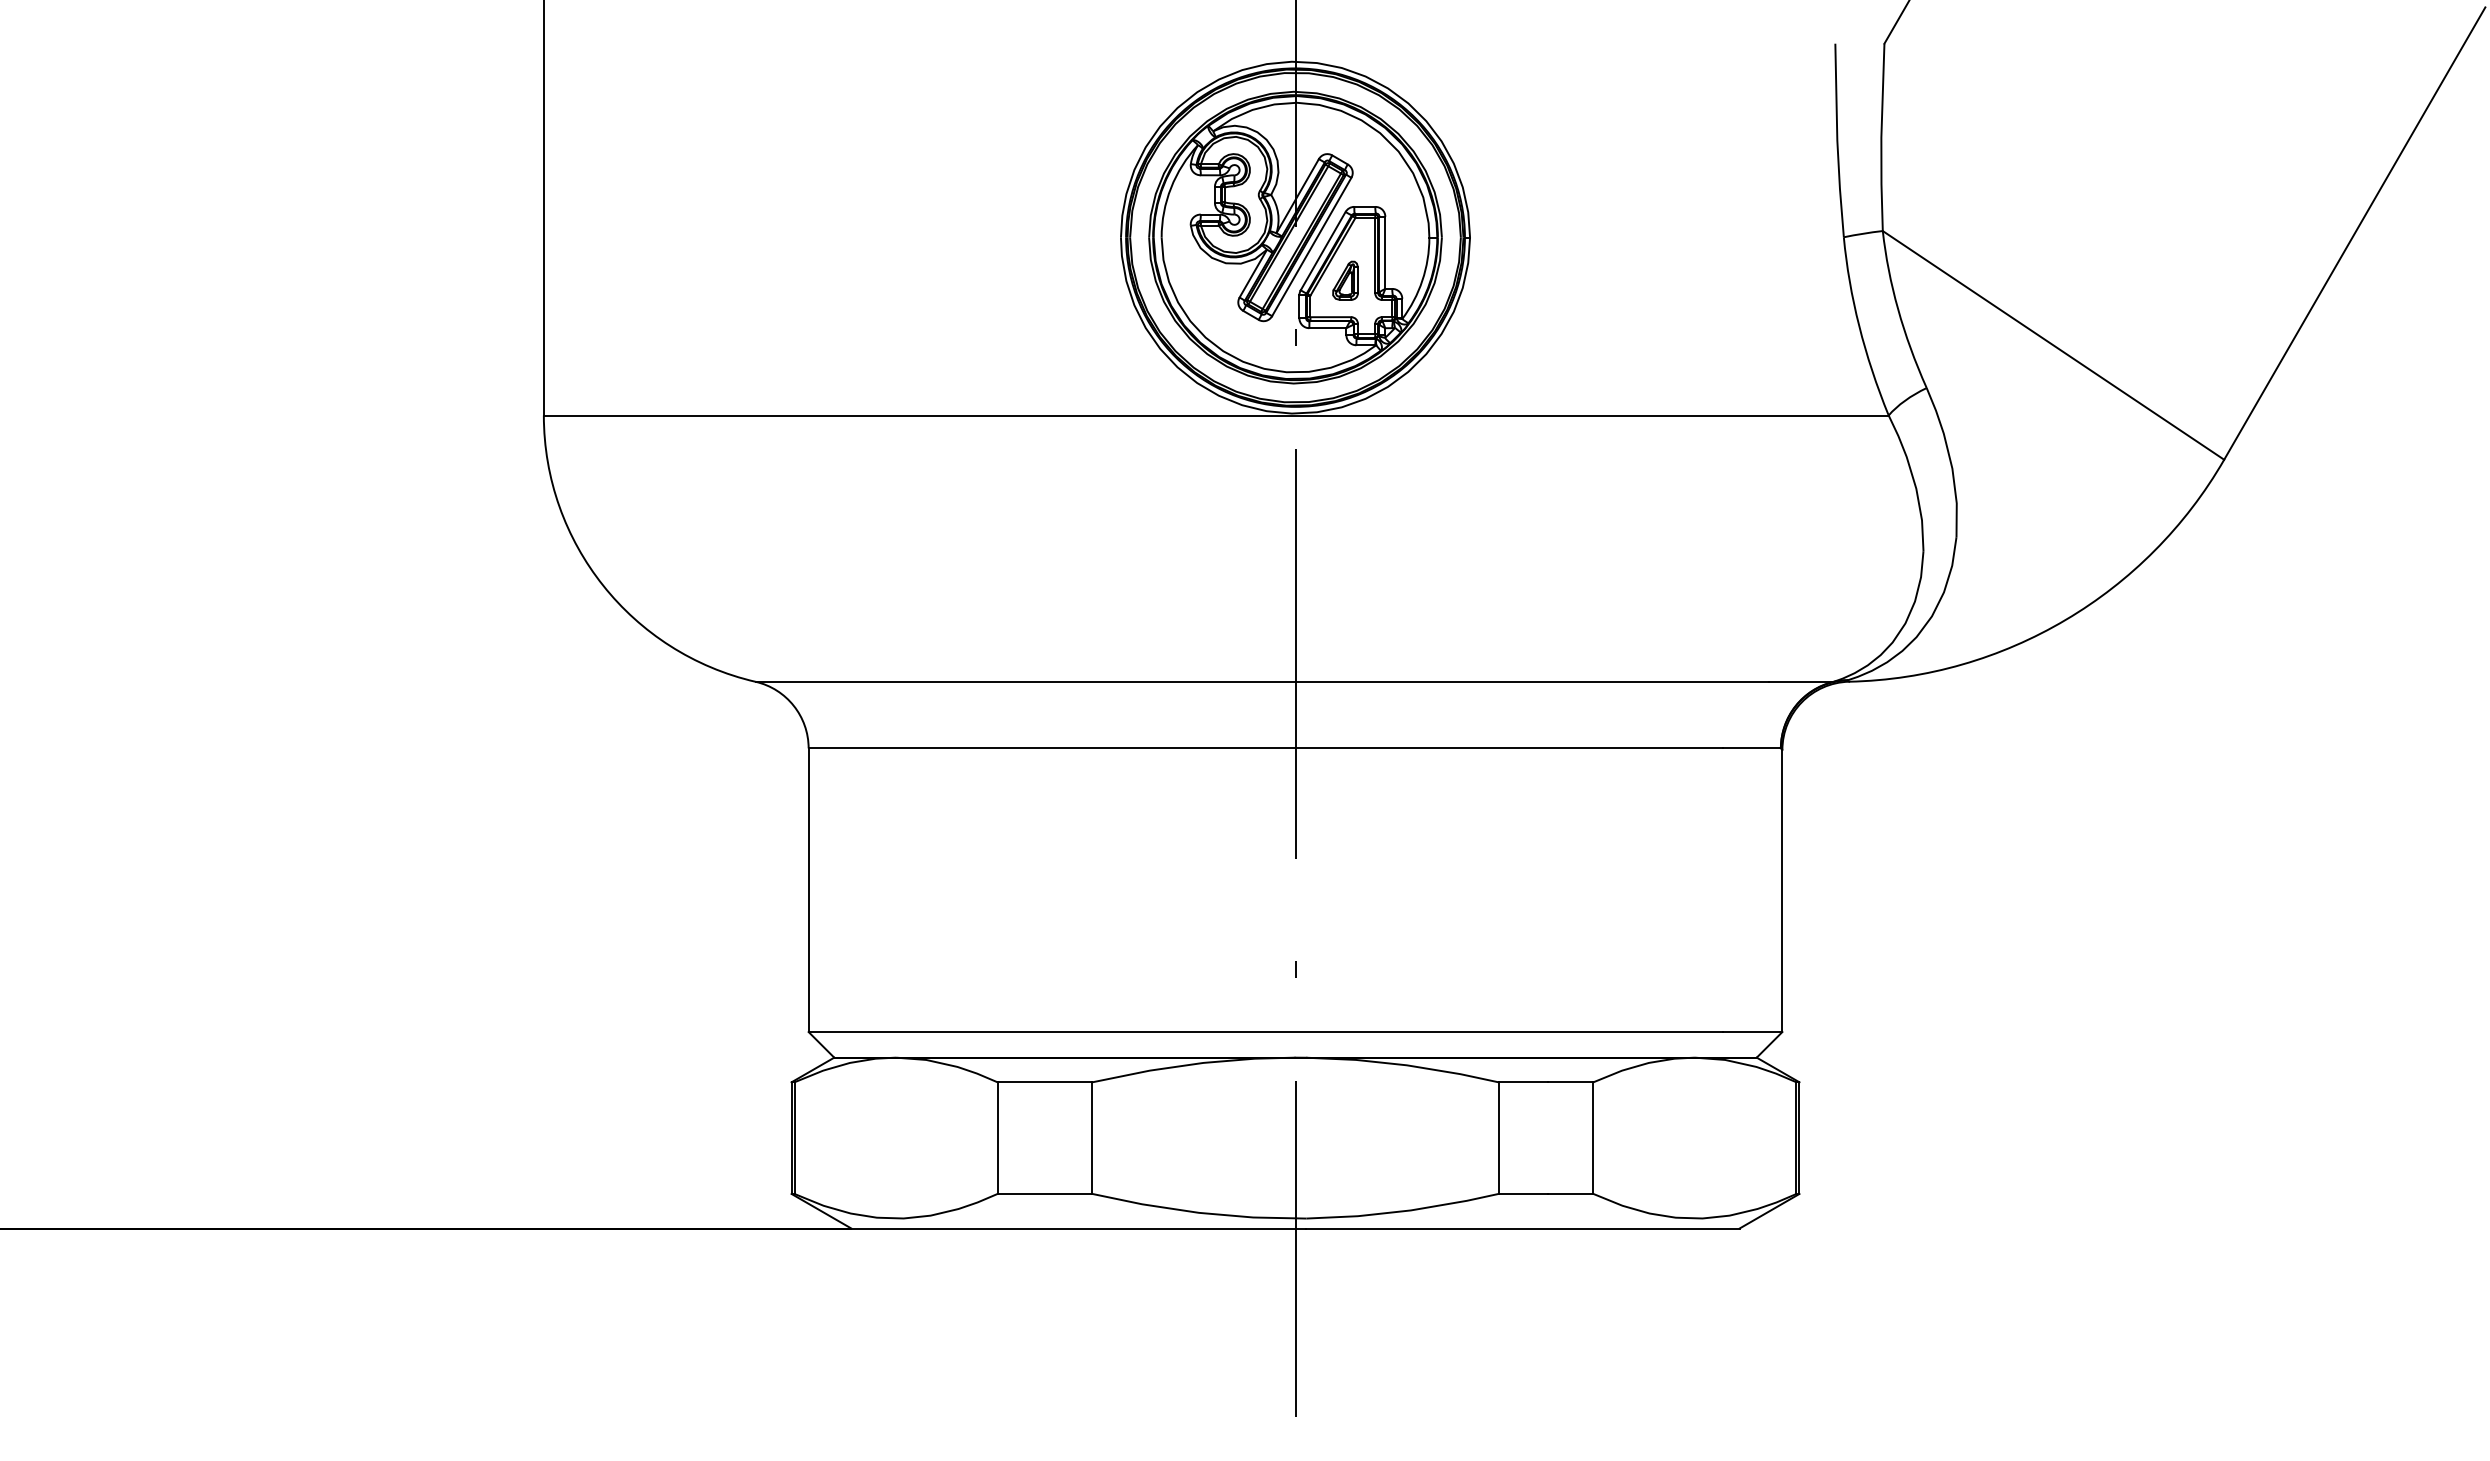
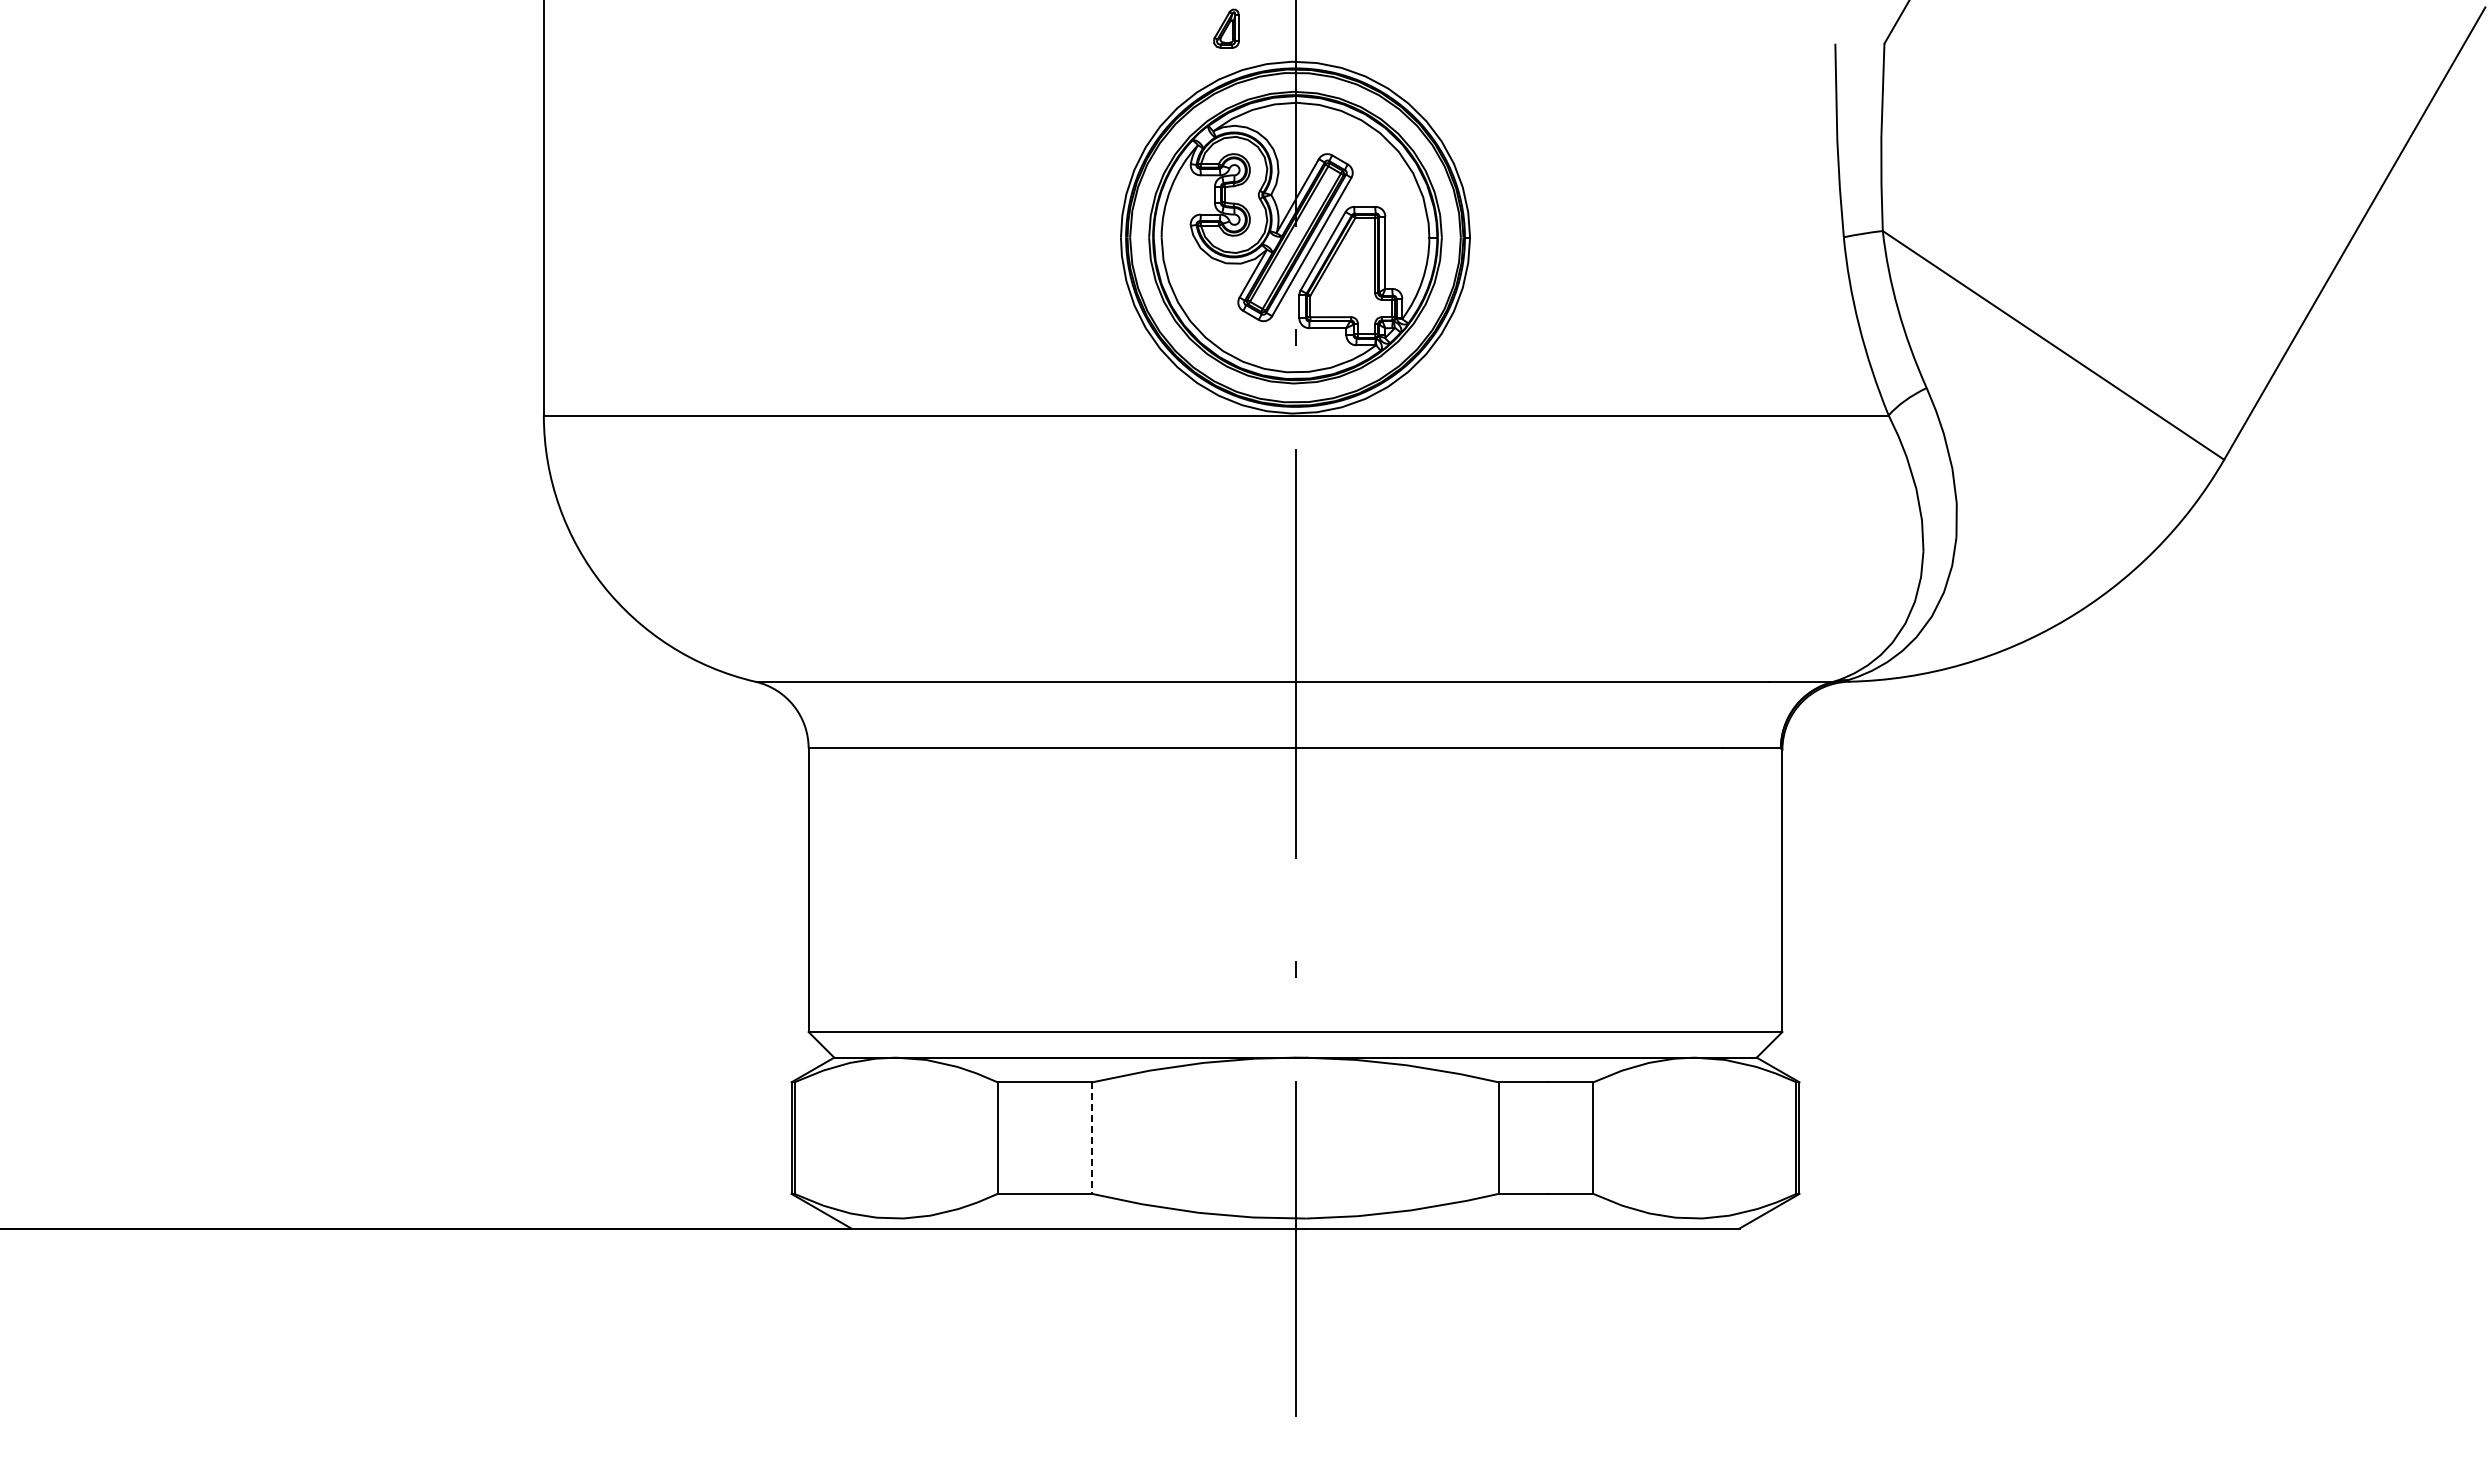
part at (1345, 280) position: (1345, 280) -> (1226, 28)
line at (1092, 1138): solid -> dashed
